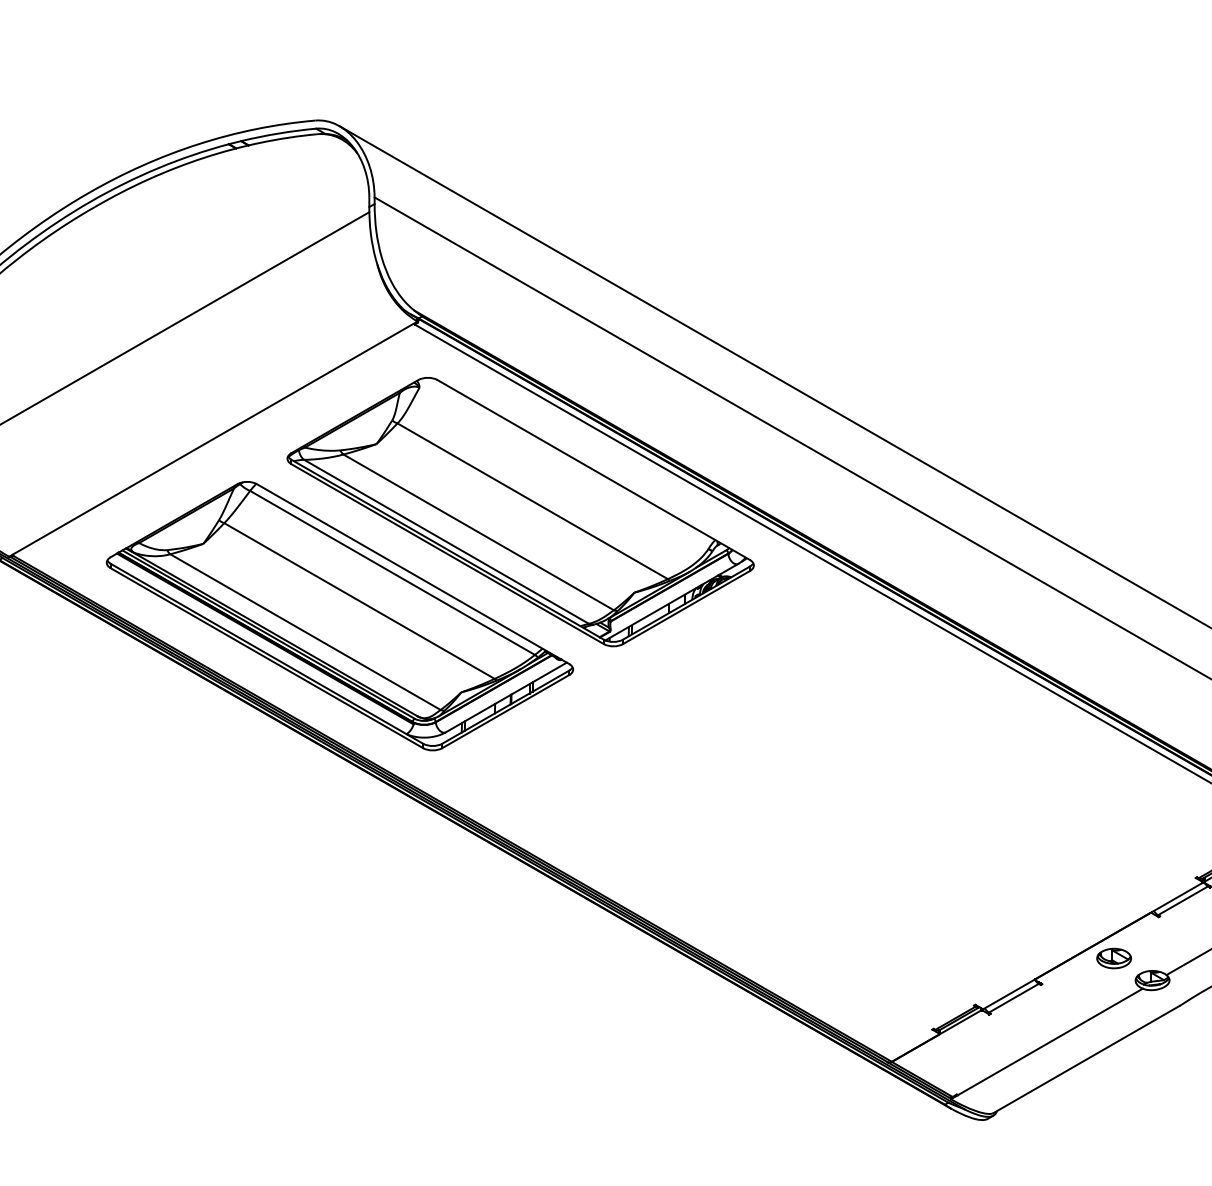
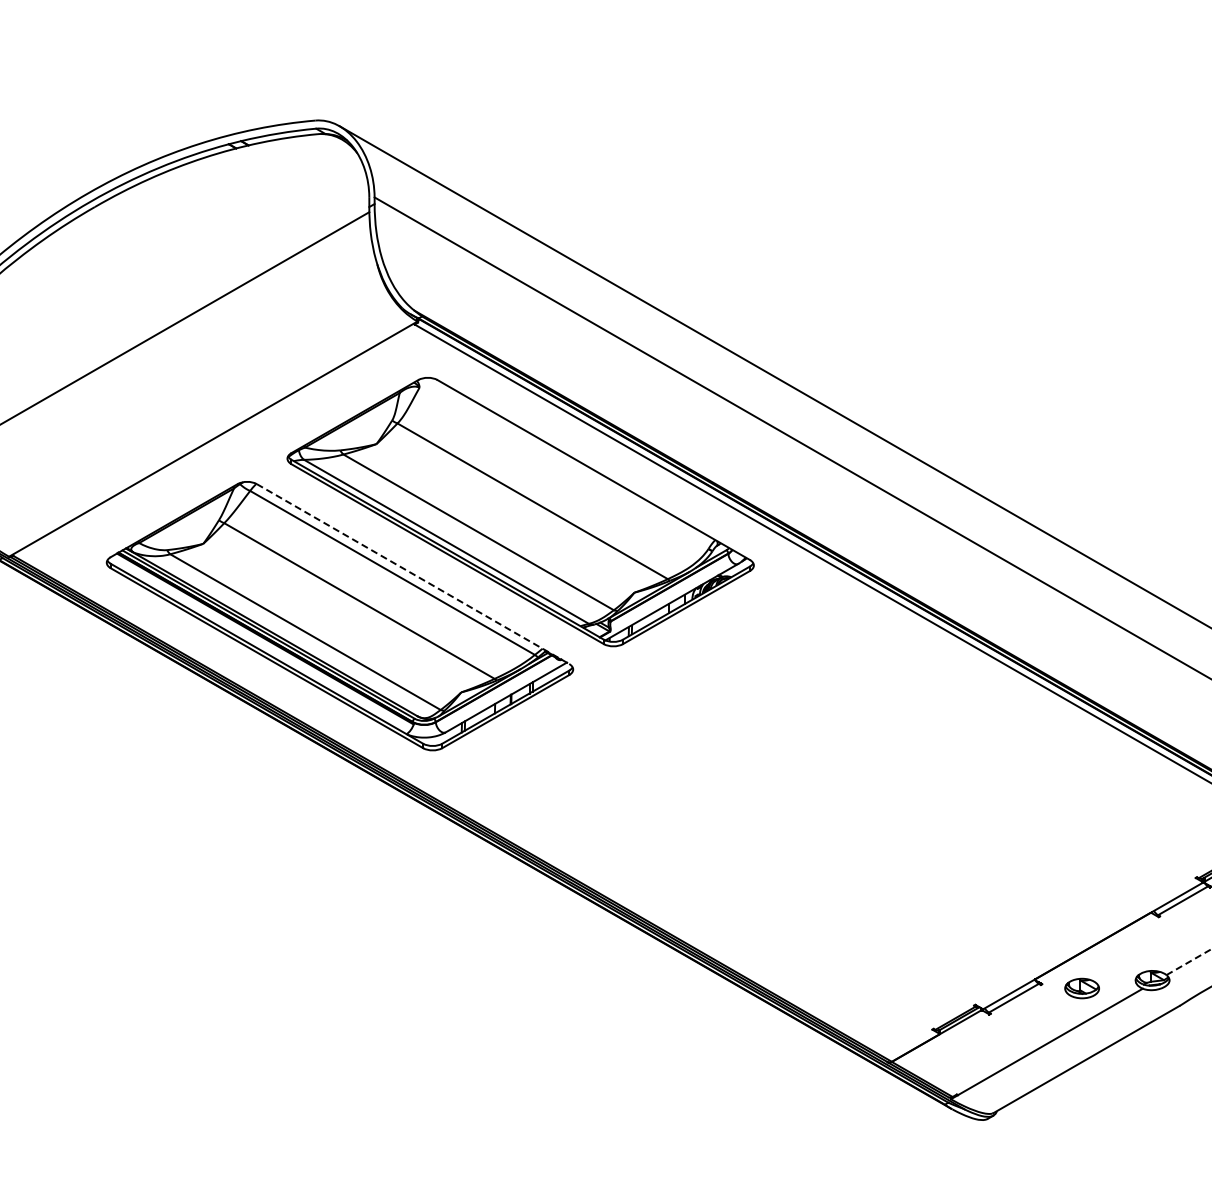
line at (413, 574): solid -> dashed
part at (1113, 958) position: (1113, 958) -> (1081, 988)
line at (1188, 962): solid -> dashed
